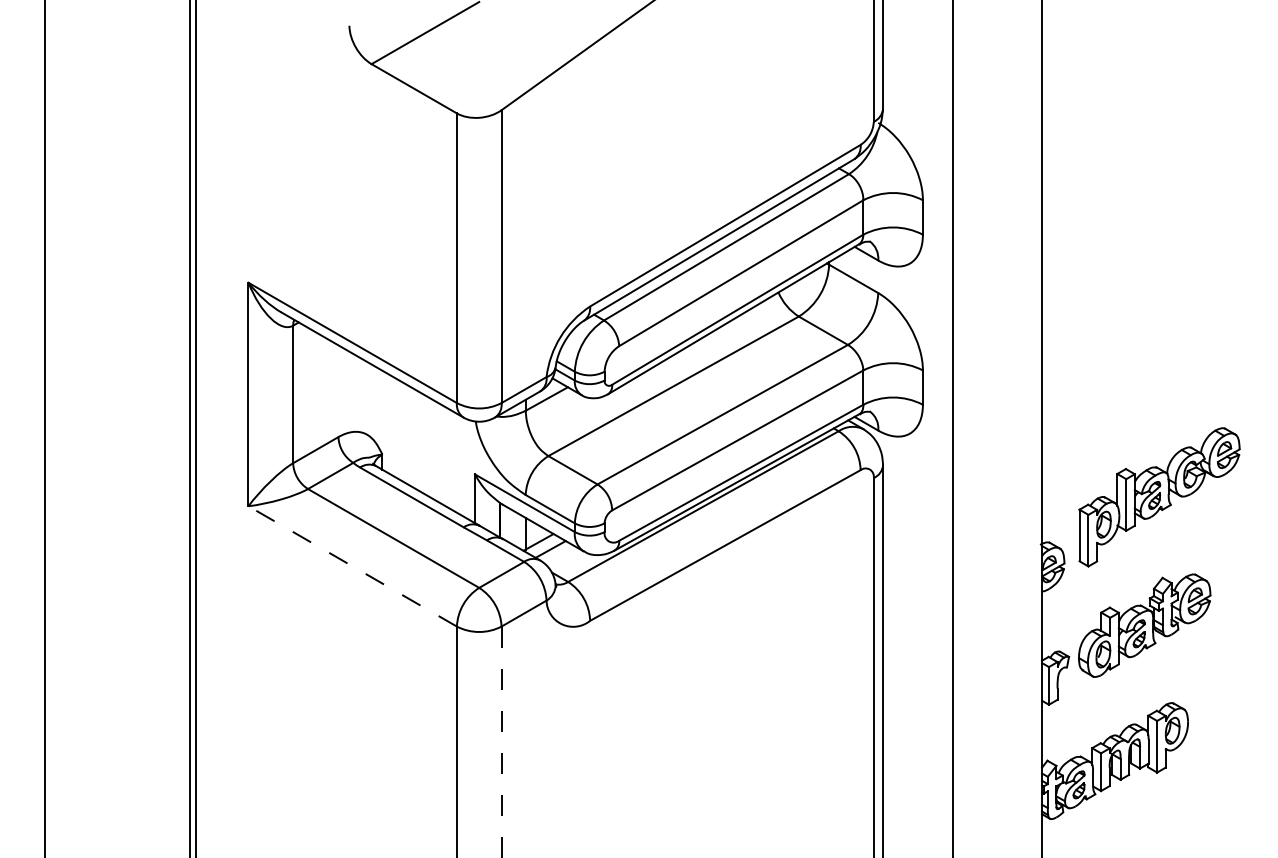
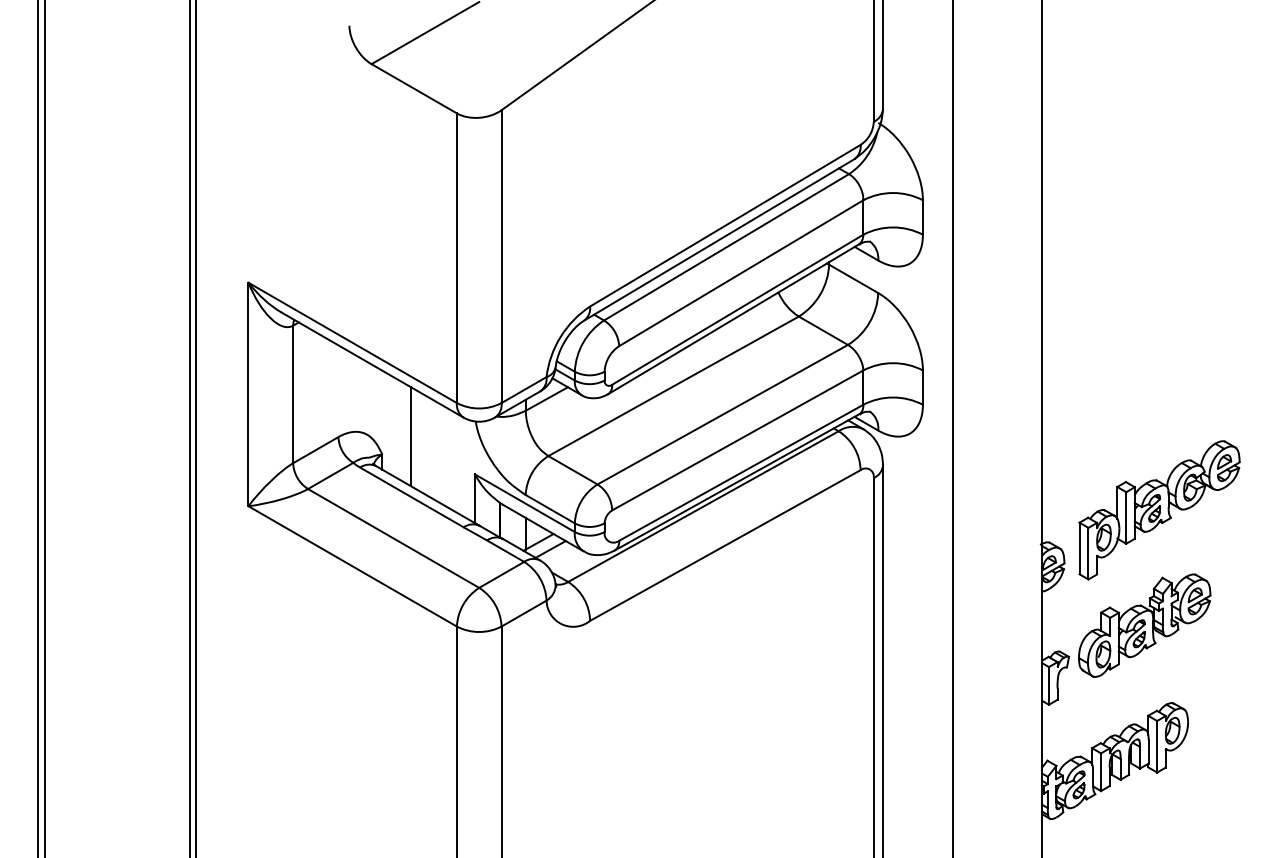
line at (38, 428): none -> present
line at (411, 436): none -> present
part at (1159, 497) position: (1159, 497) -> (1159, 510)
line at (352, 566): dashed -> solid
line at (501, 742): dashed -> solid
